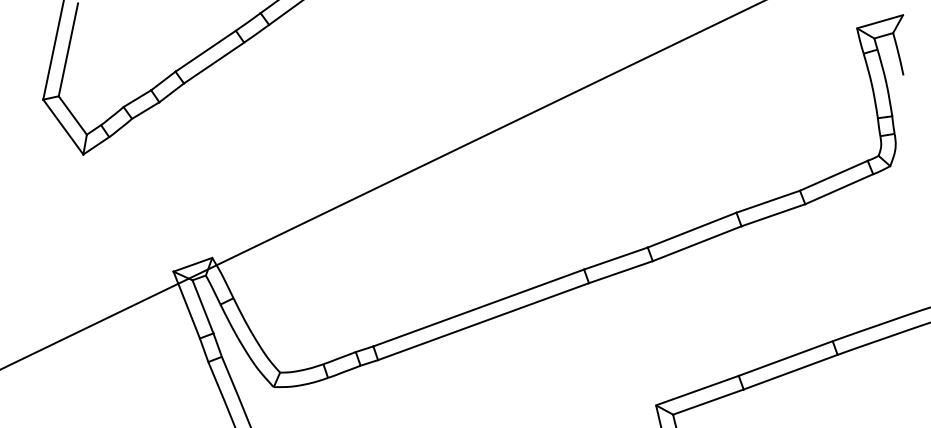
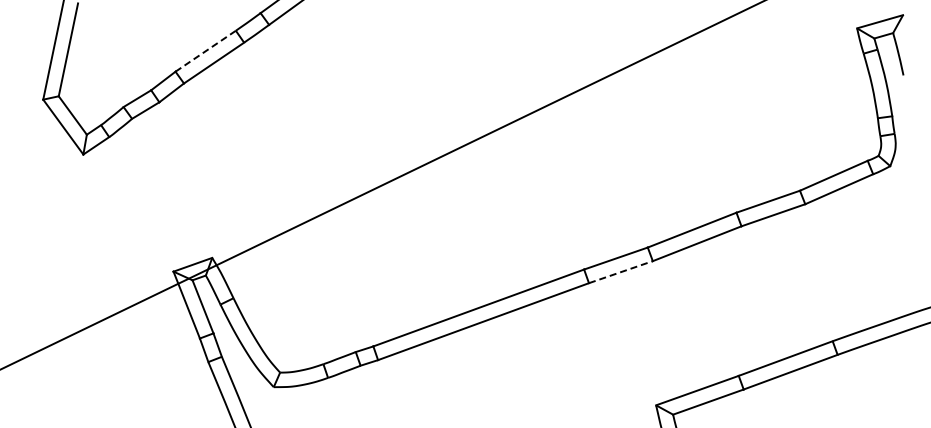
line at (205, 51): solid -> dashed
line at (620, 272): solid -> dashed
